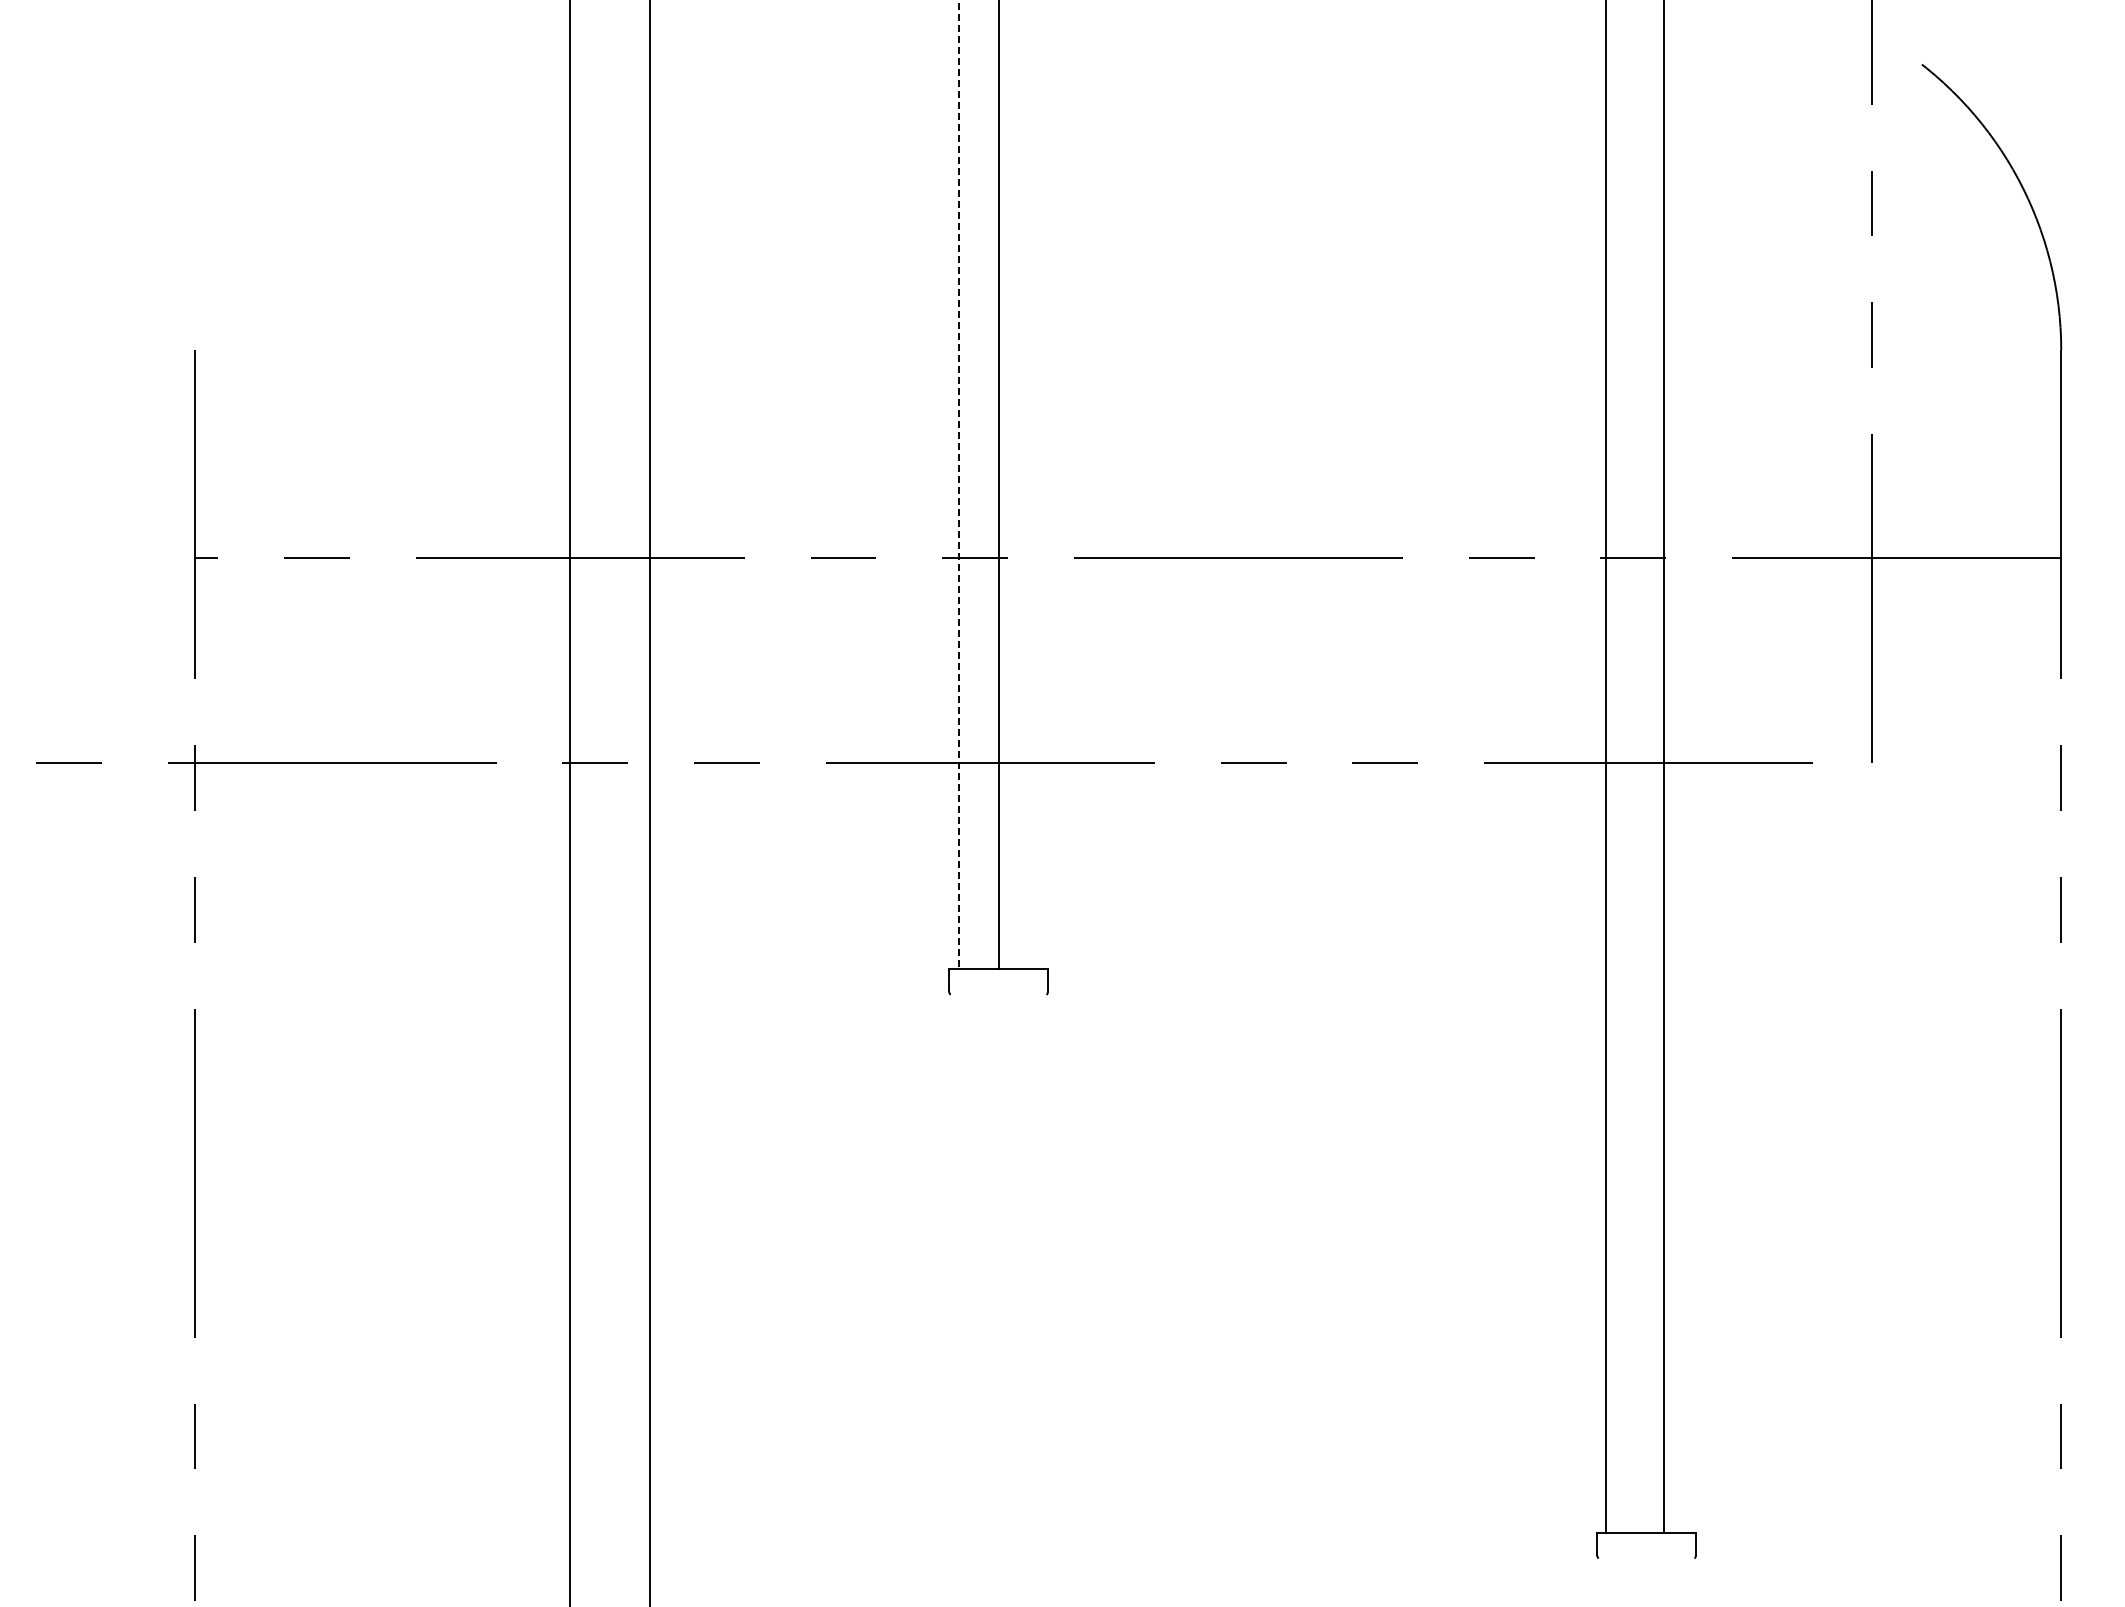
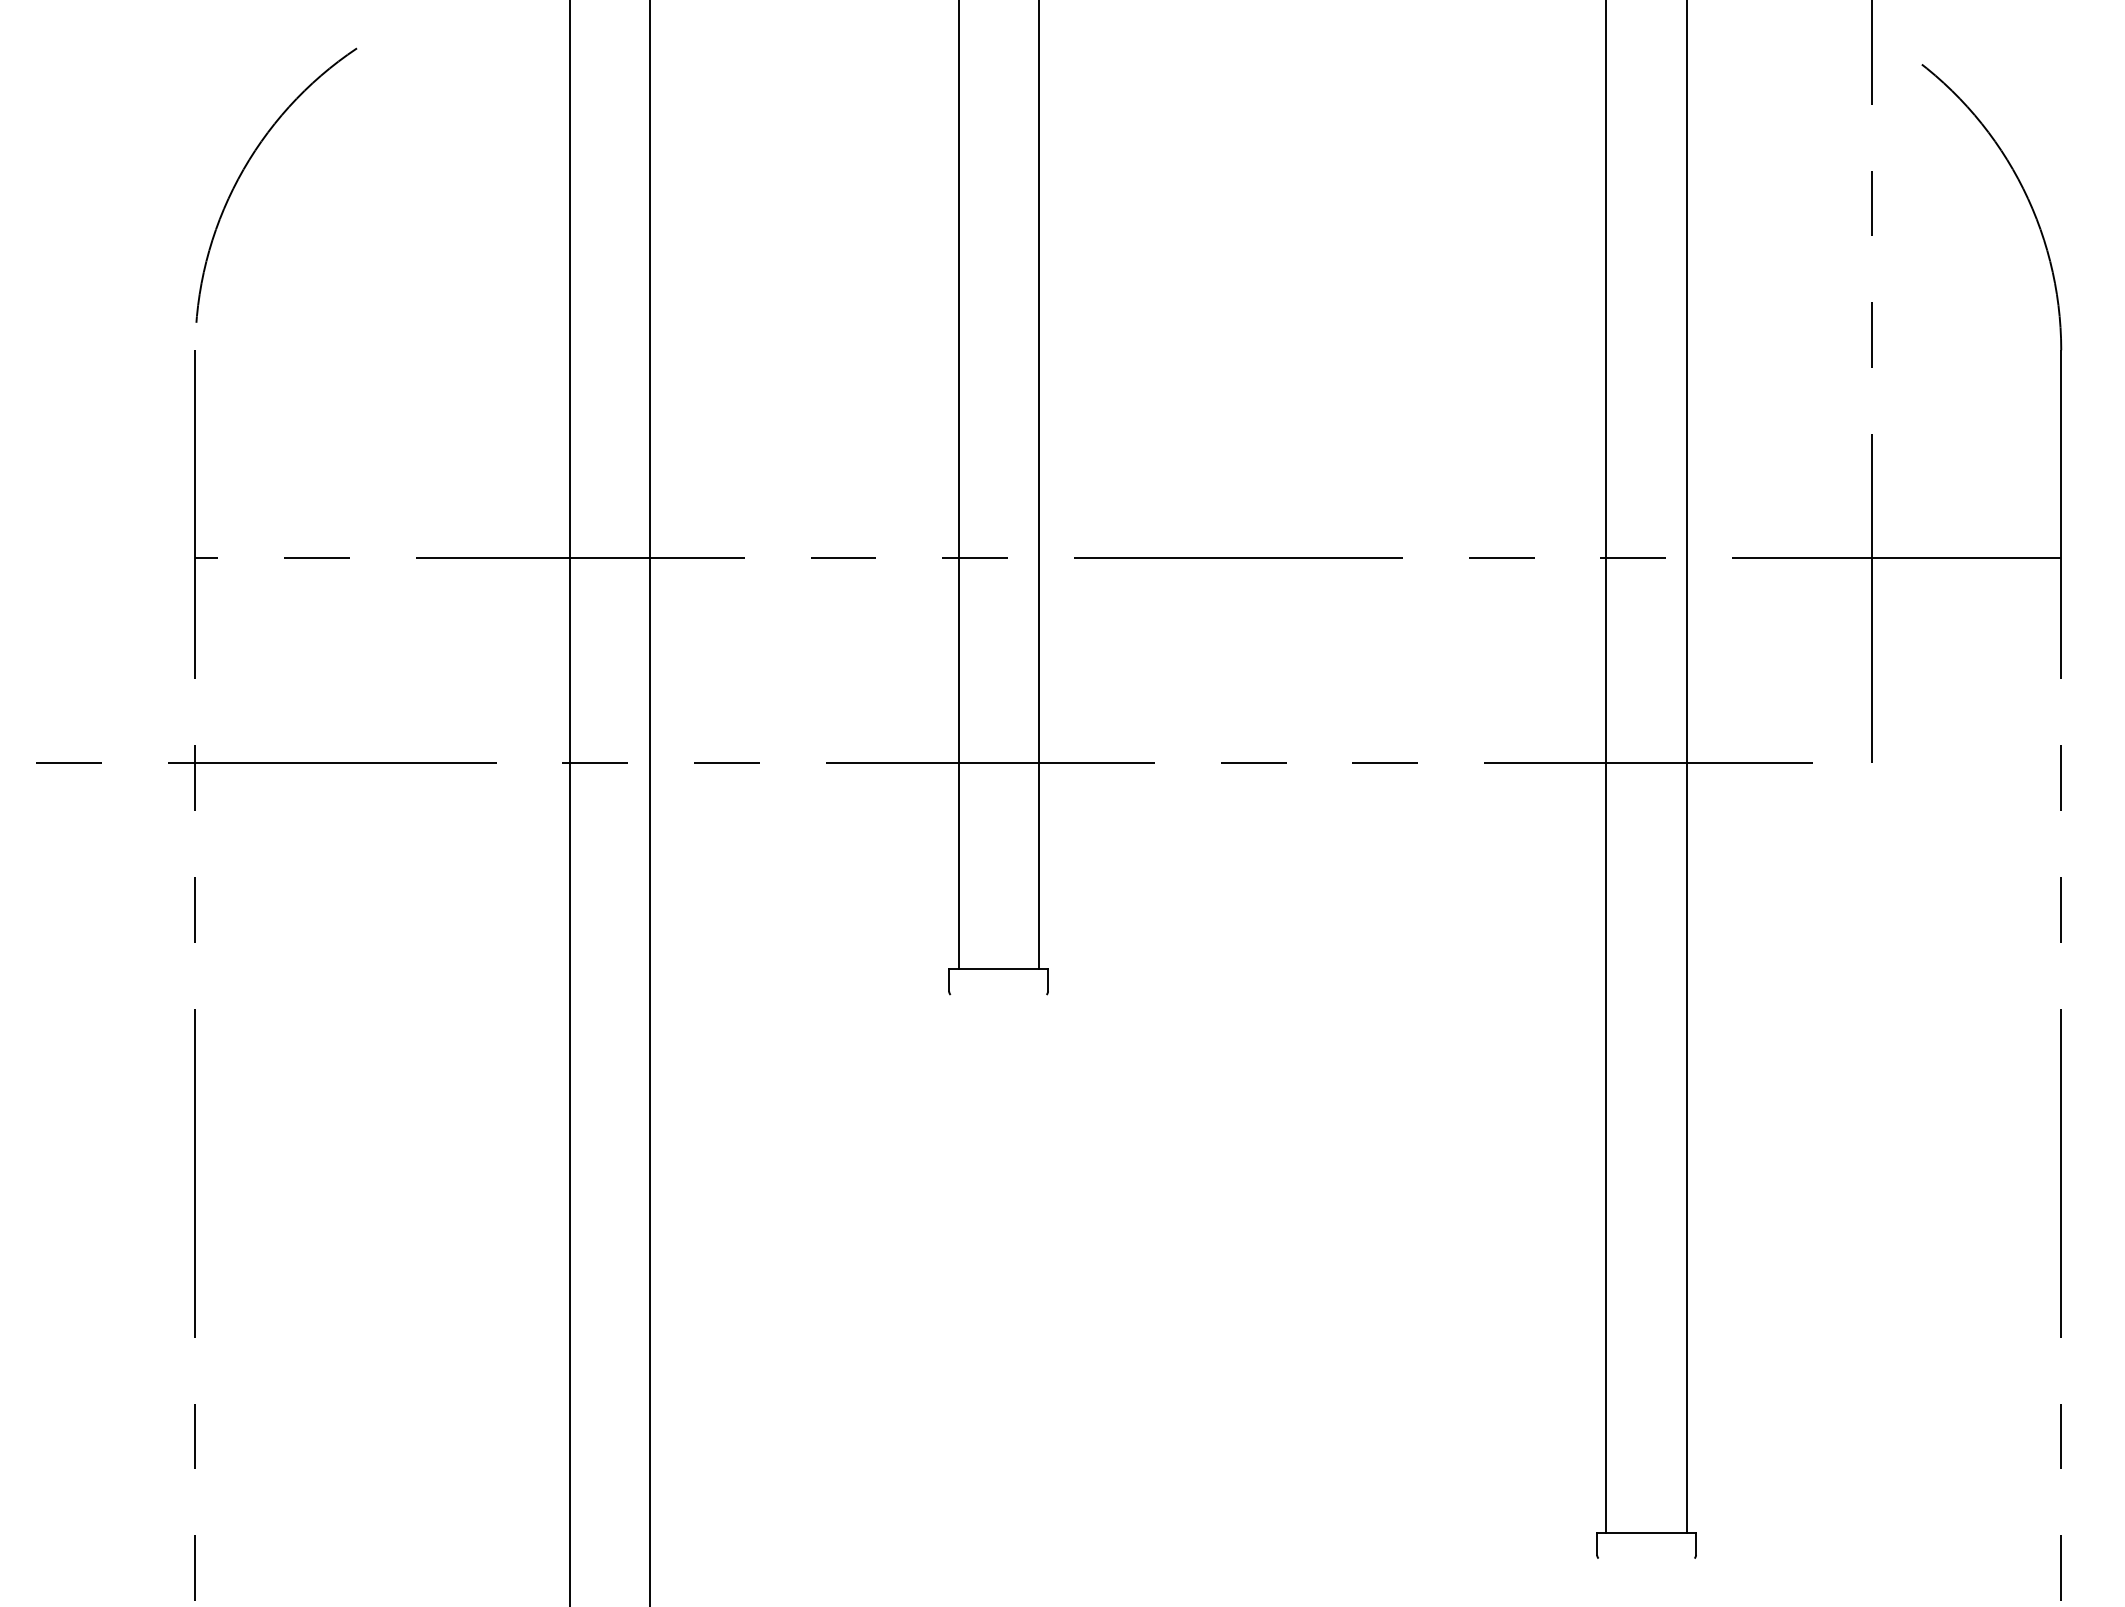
arc at (247, 165): none -> present
line at (958, 485): dashed -> solid
line at (998, 485) position: (998, 485) -> (1038, 485)
line at (1663, 767) position: (1663, 767) -> (1686, 767)
